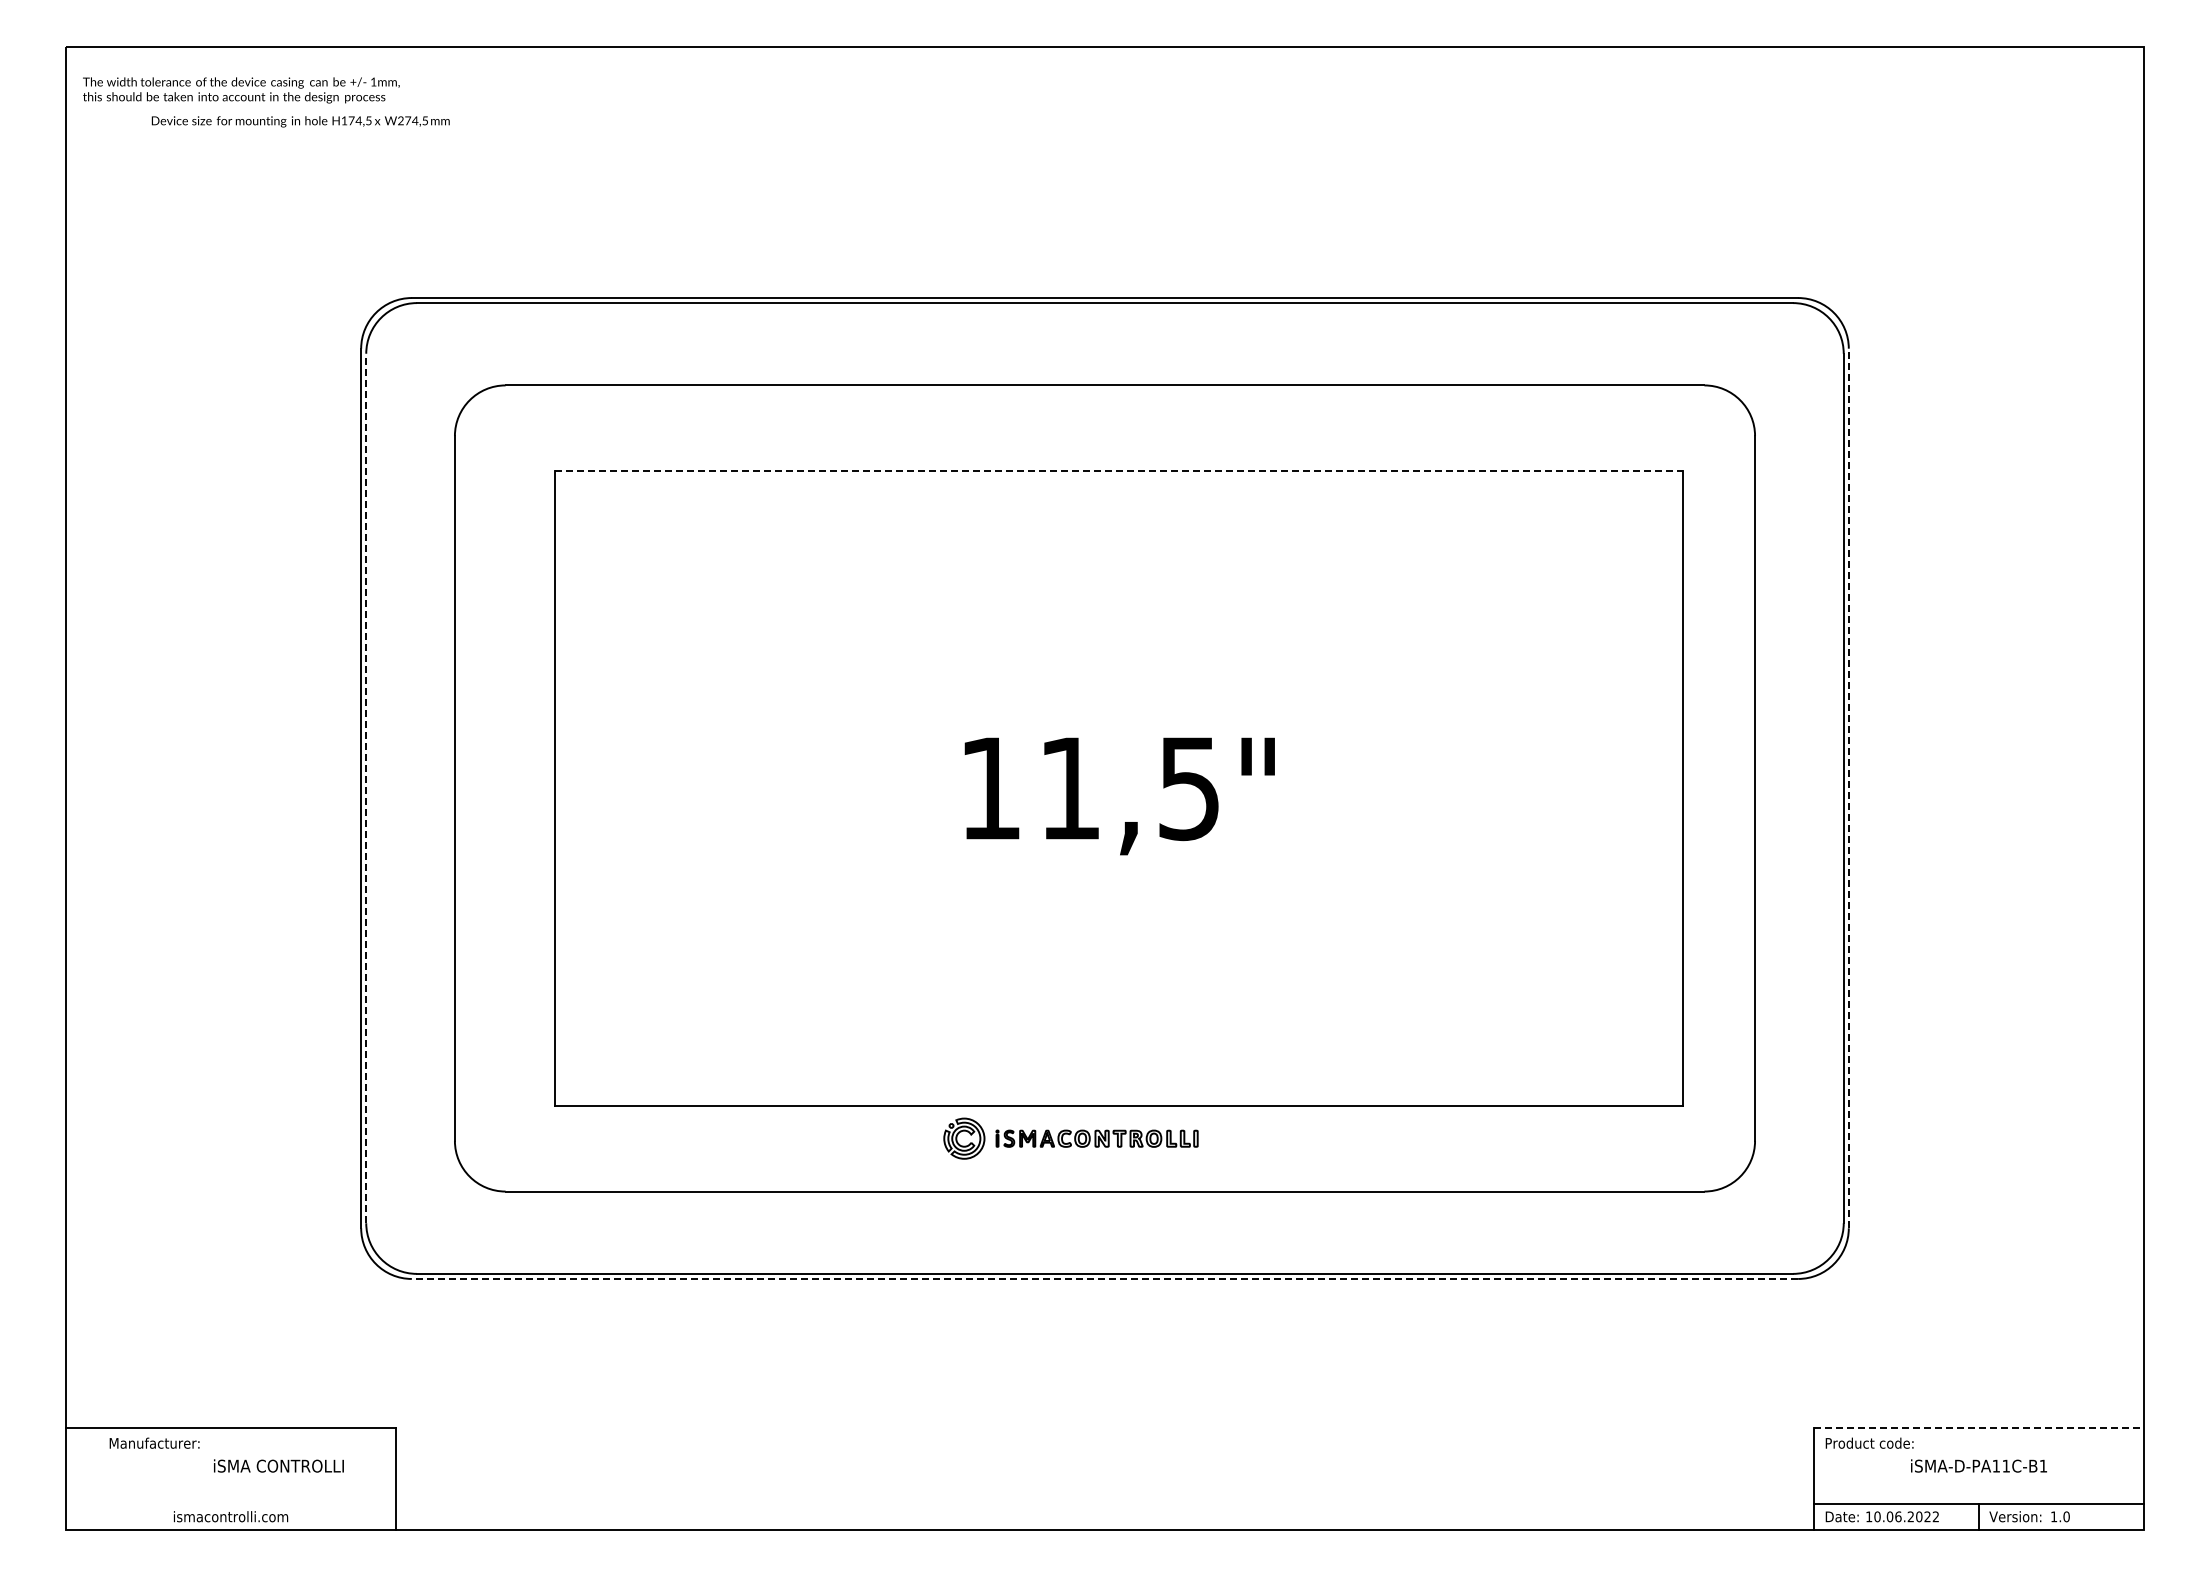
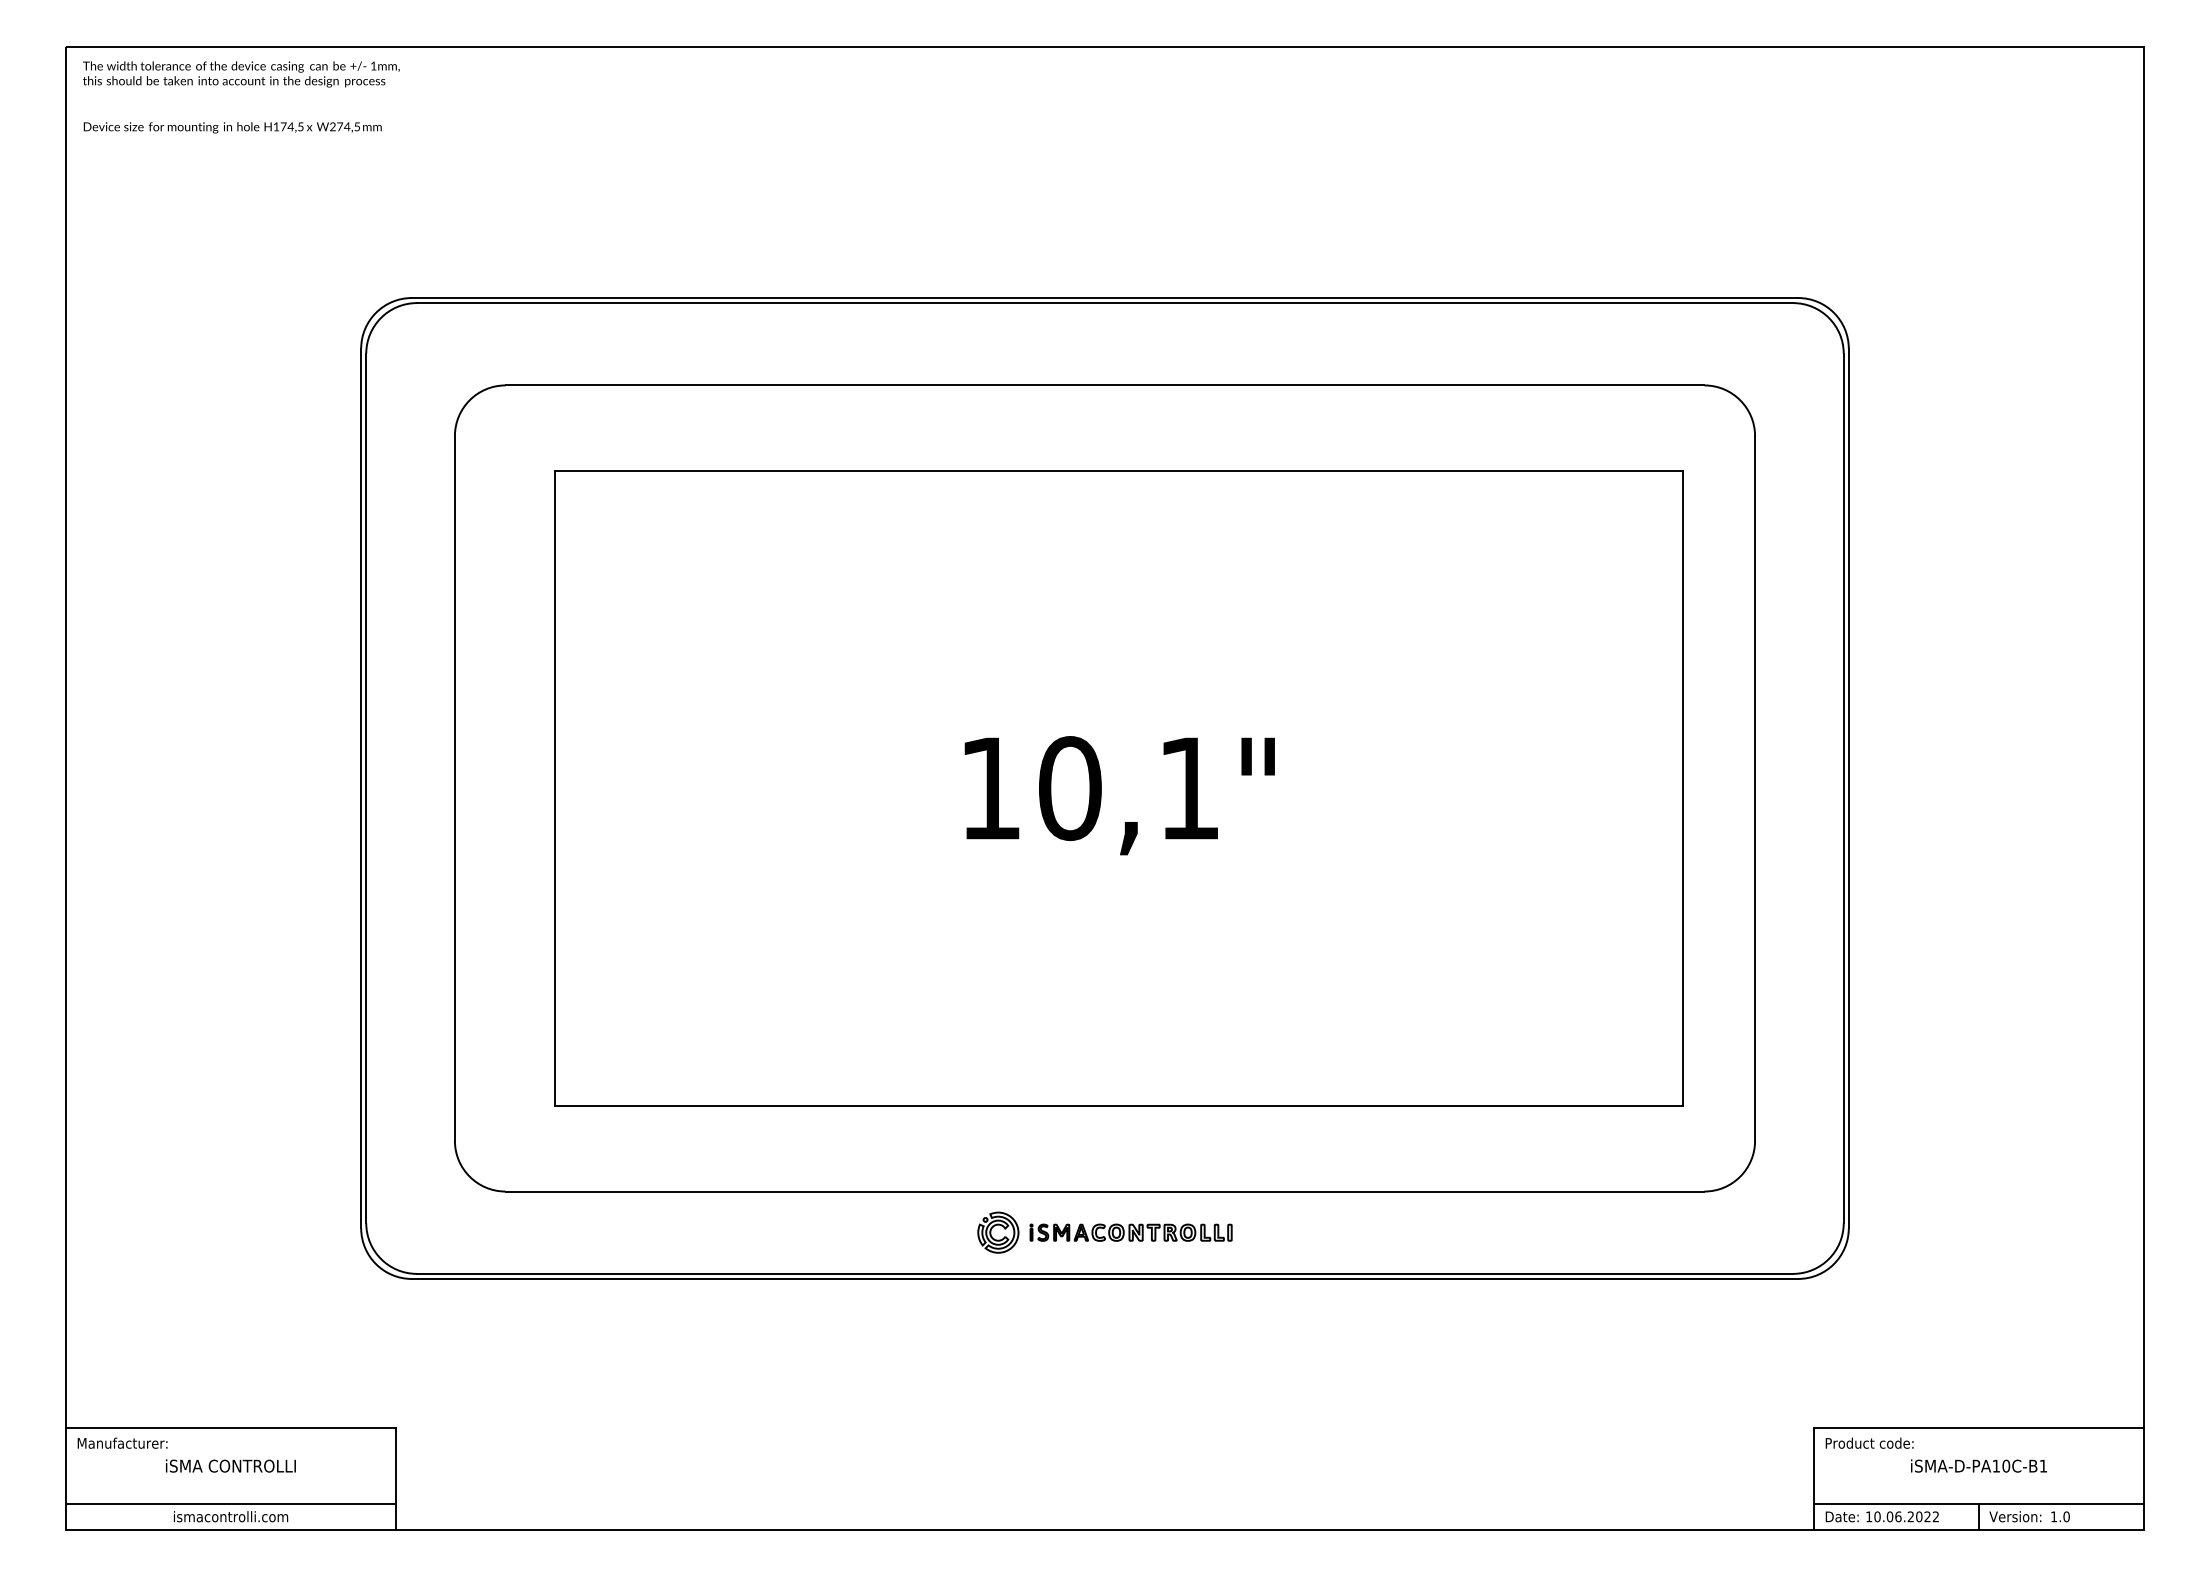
text at (241, 90) position: (241, 90) -> (241, 74)
text at (300, 121) position: (300, 121) -> (232, 127)
line at (1119, 471): dashed -> solid
line at (366, 788): dashed -> solid
text at (1128, 788): 11,5" -> 10,1"
line at (1848, 788): dashed -> solid
part at (1070, 1138) position: (1070, 1138) -> (1104, 1232)
line at (1104, 1278): dashed -> solid
line at (1979, 1428): dashed -> solid
text at (154, 1442) position: (154, 1442) -> (122, 1442)
text at (278, 1465) position: (278, 1465) -> (230, 1465)
text at (2006, 1465): iSMA-D-PA11C-B1 -> iSMA-D-PA10C-B1
line at (230, 1504): none -> present
